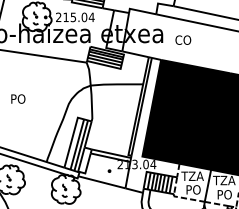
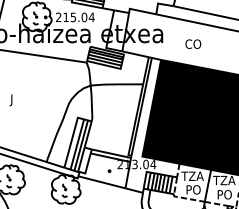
text at (183, 39) position: (183, 39) -> (193, 43)
text at (17, 100): PO -> J
